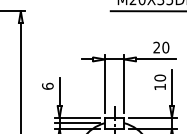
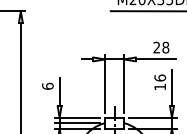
text at (165, 47): 20 -> 28
text at (159, 77): 10 -> 16
